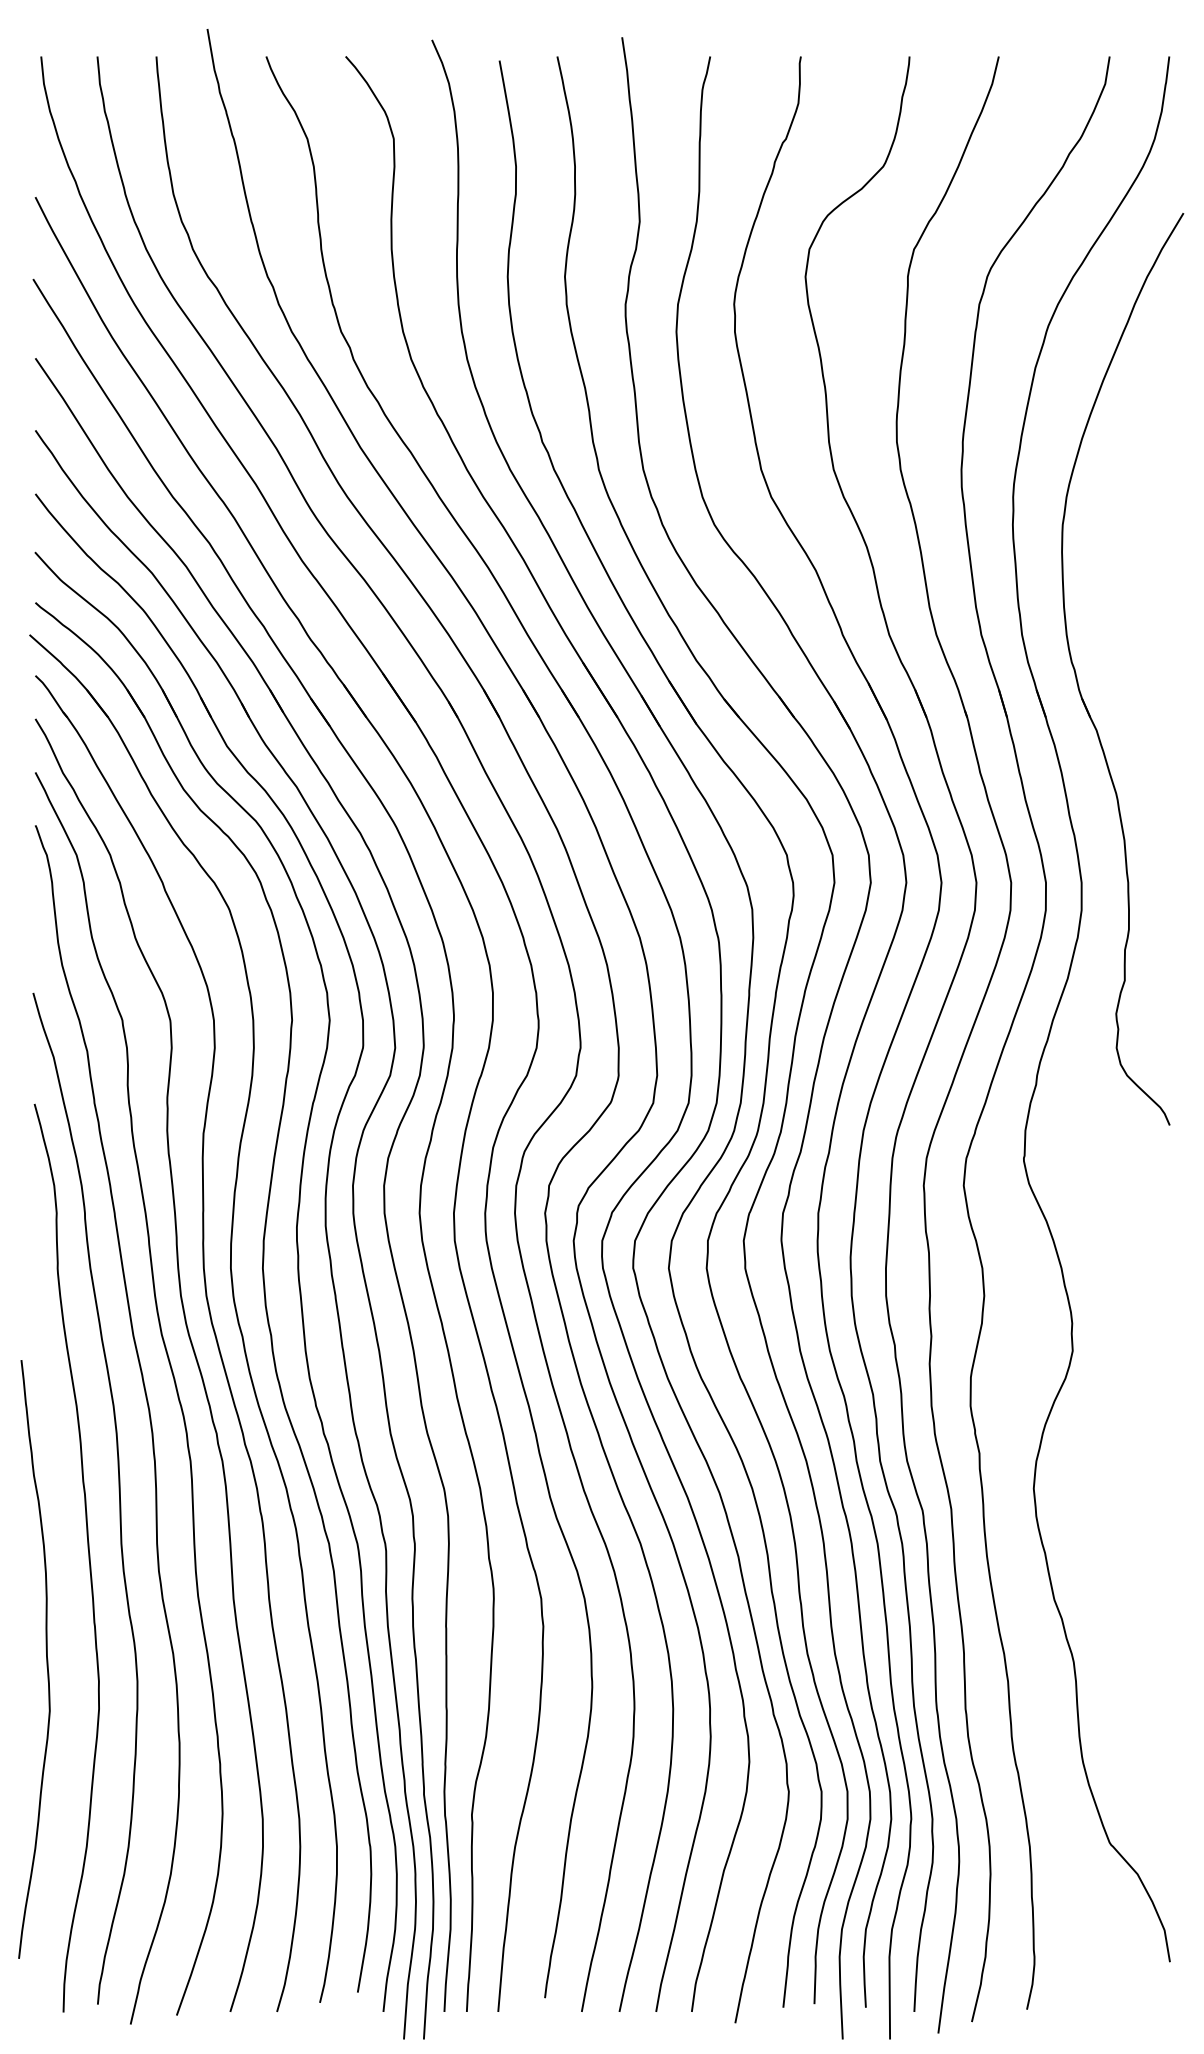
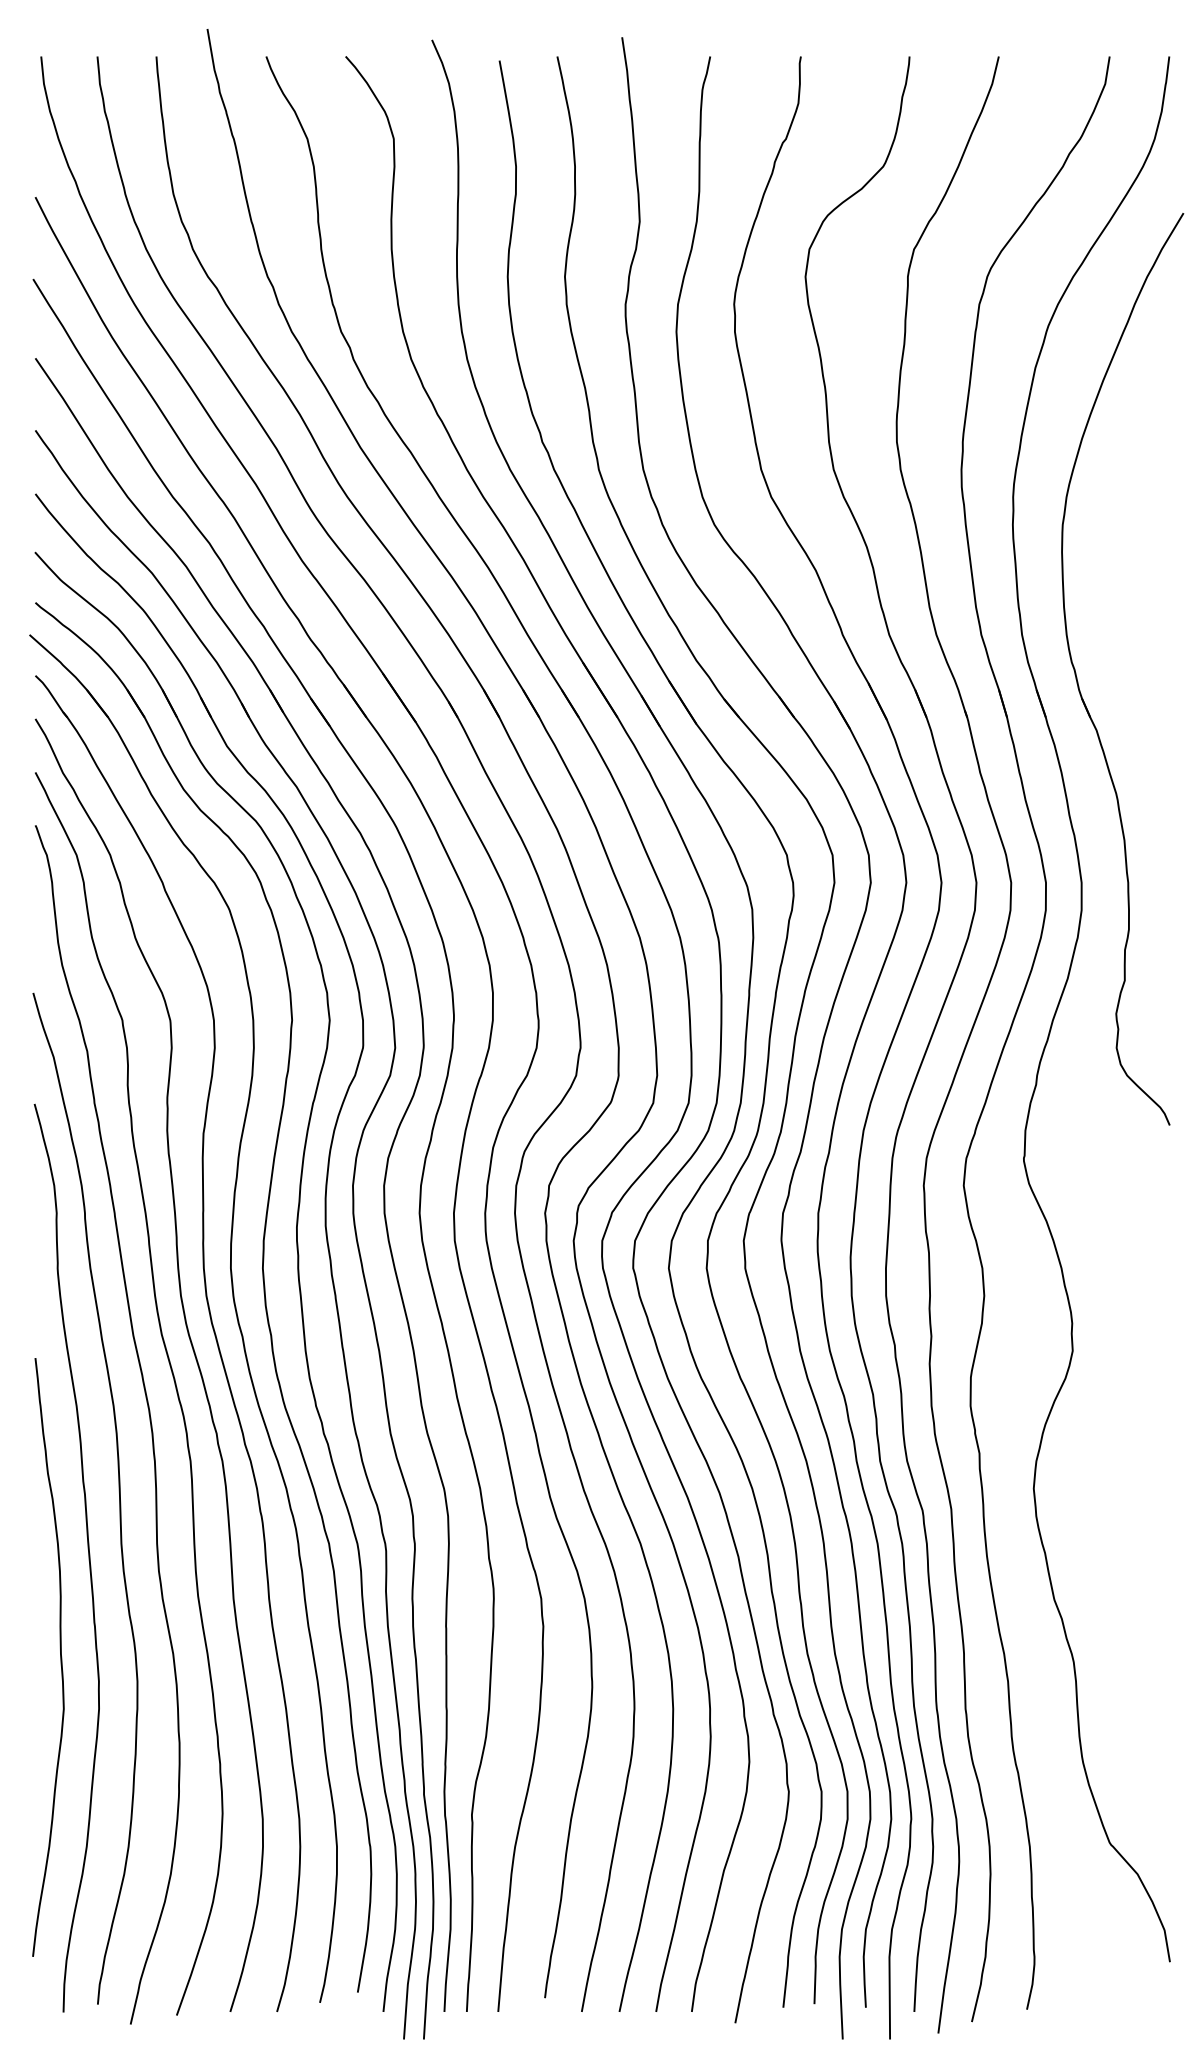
curve at (46, 1659) position: (46, 1659) -> (60, 1657)
